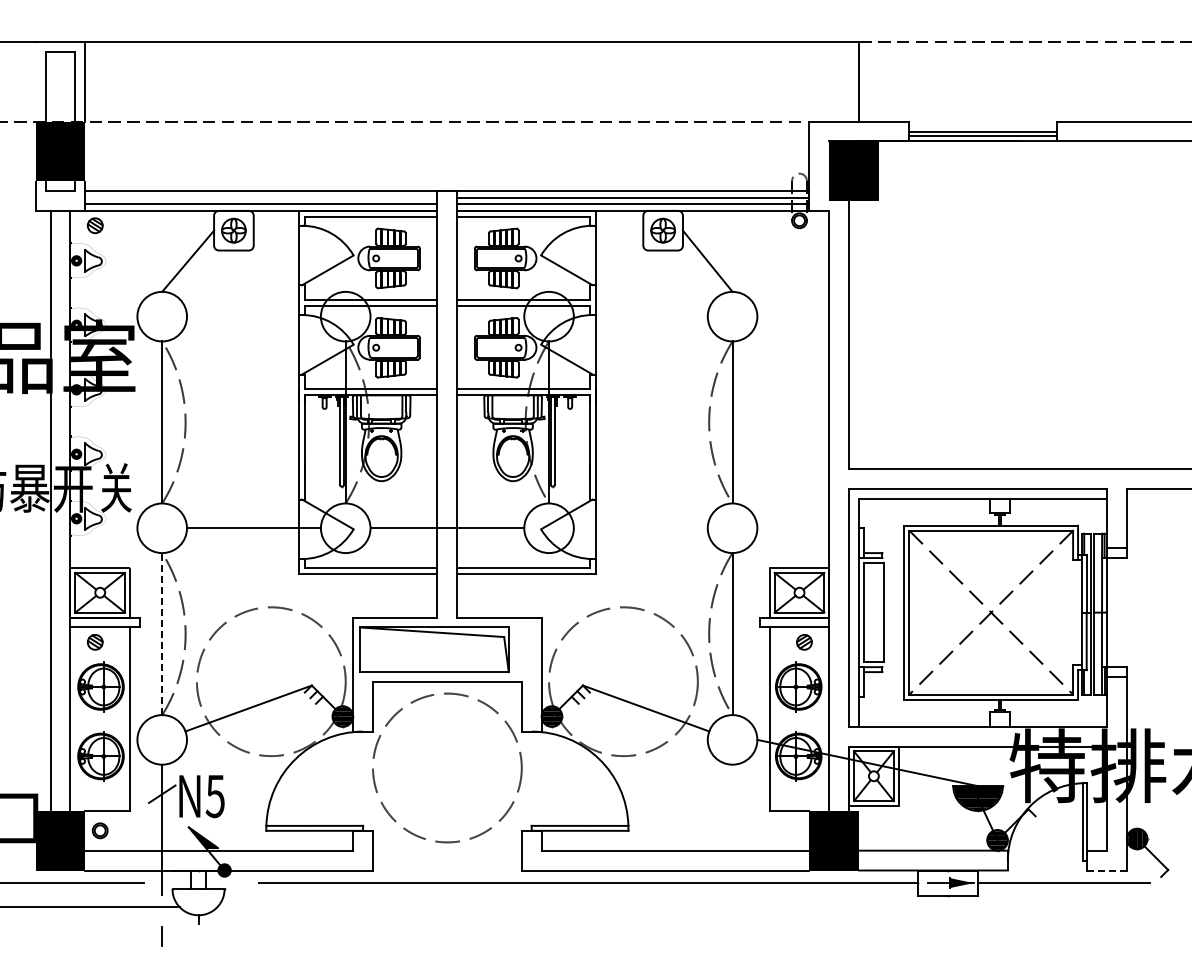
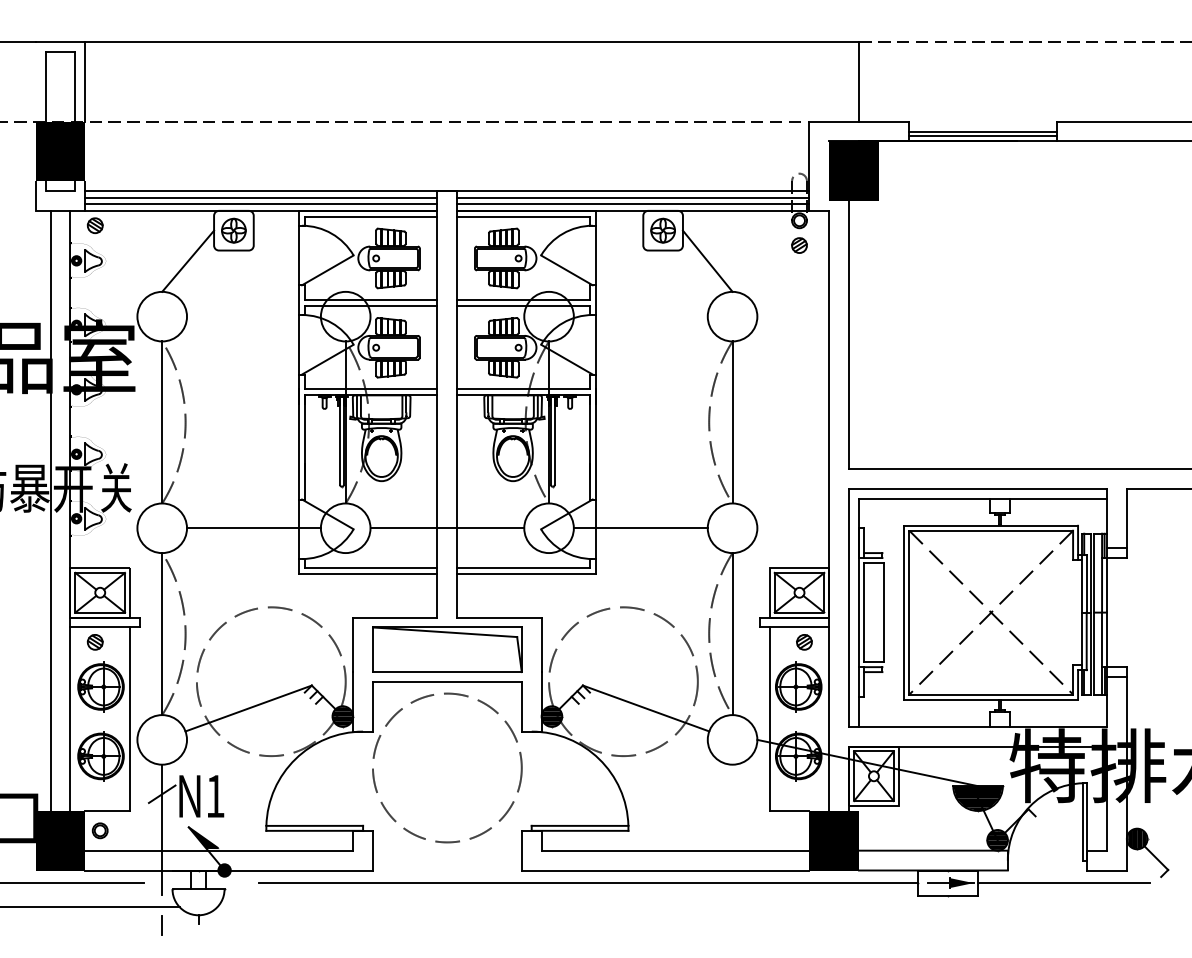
line at (261, 197): none -> present
part at (799, 245): none -> present
line at (640, 528): none -> present
line at (162, 633): dashed -> solid
part at (434, 649) position: (434, 649) -> (447, 649)
text at (214, 796): N5 -> N1
line at (1107, 870): dashed -> solid
line at (161, 936) position: (161, 936) -> (161, 925)
